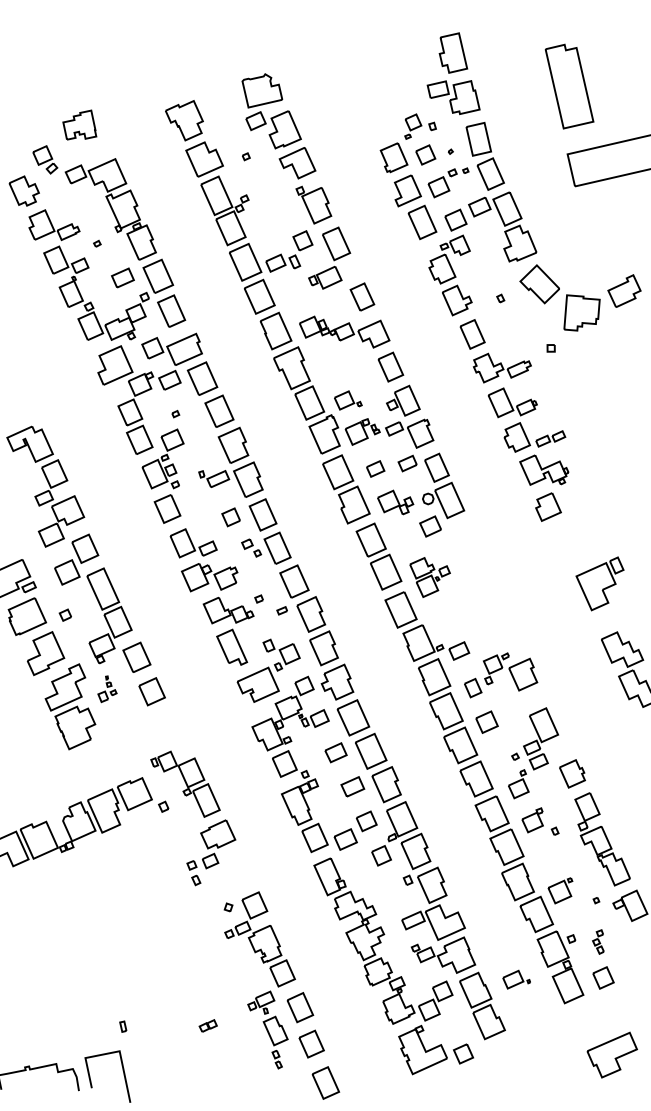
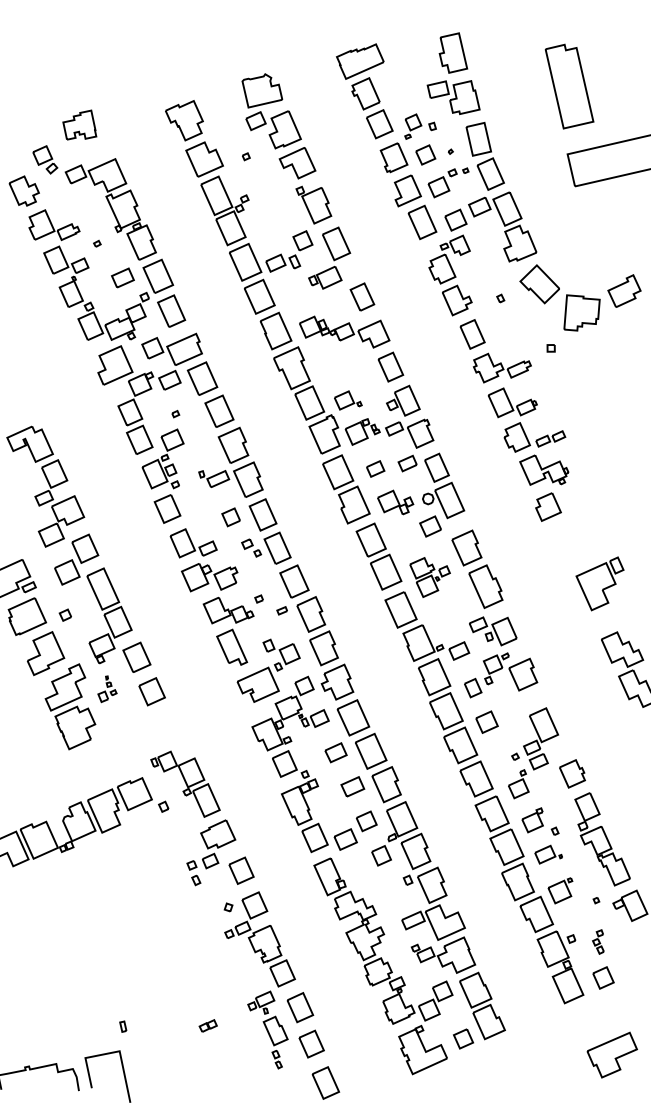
part at (364, 91): none -> present
part at (484, 587): none -> present
part at (241, 870): none -> present
part at (516, 979) position: (516, 979) -> (548, 854)
part at (463, 1053) position: (463, 1053) -> (463, 1038)
